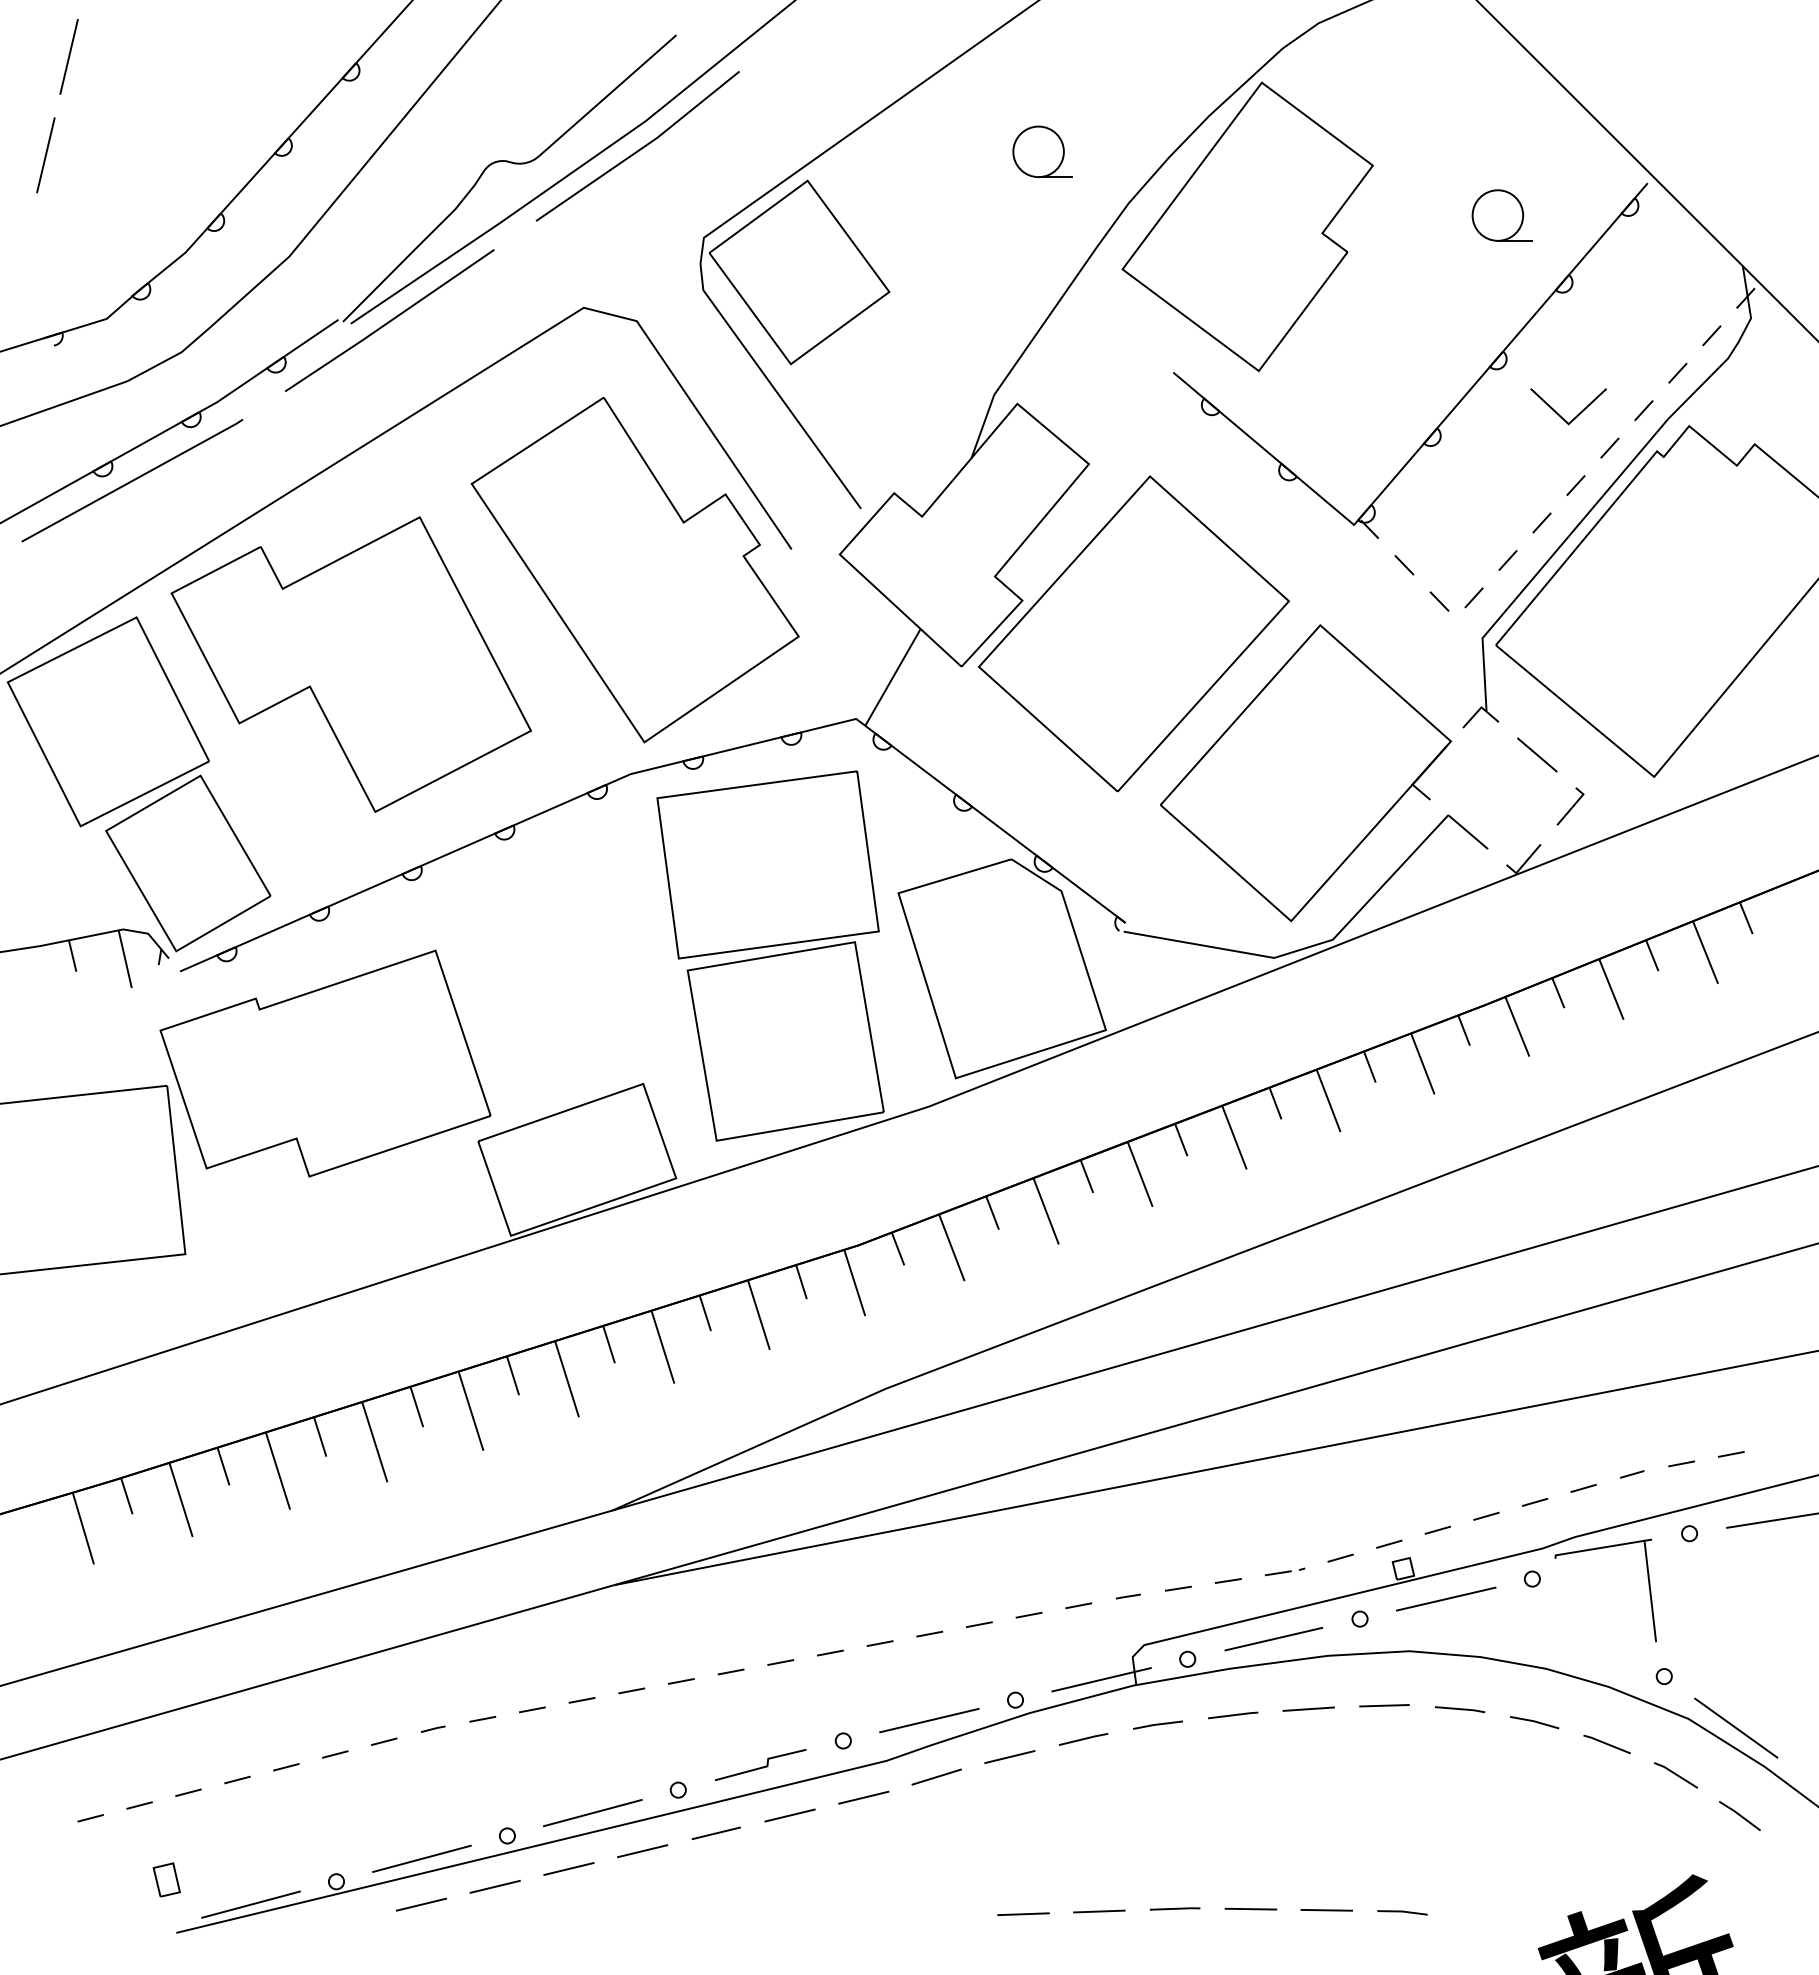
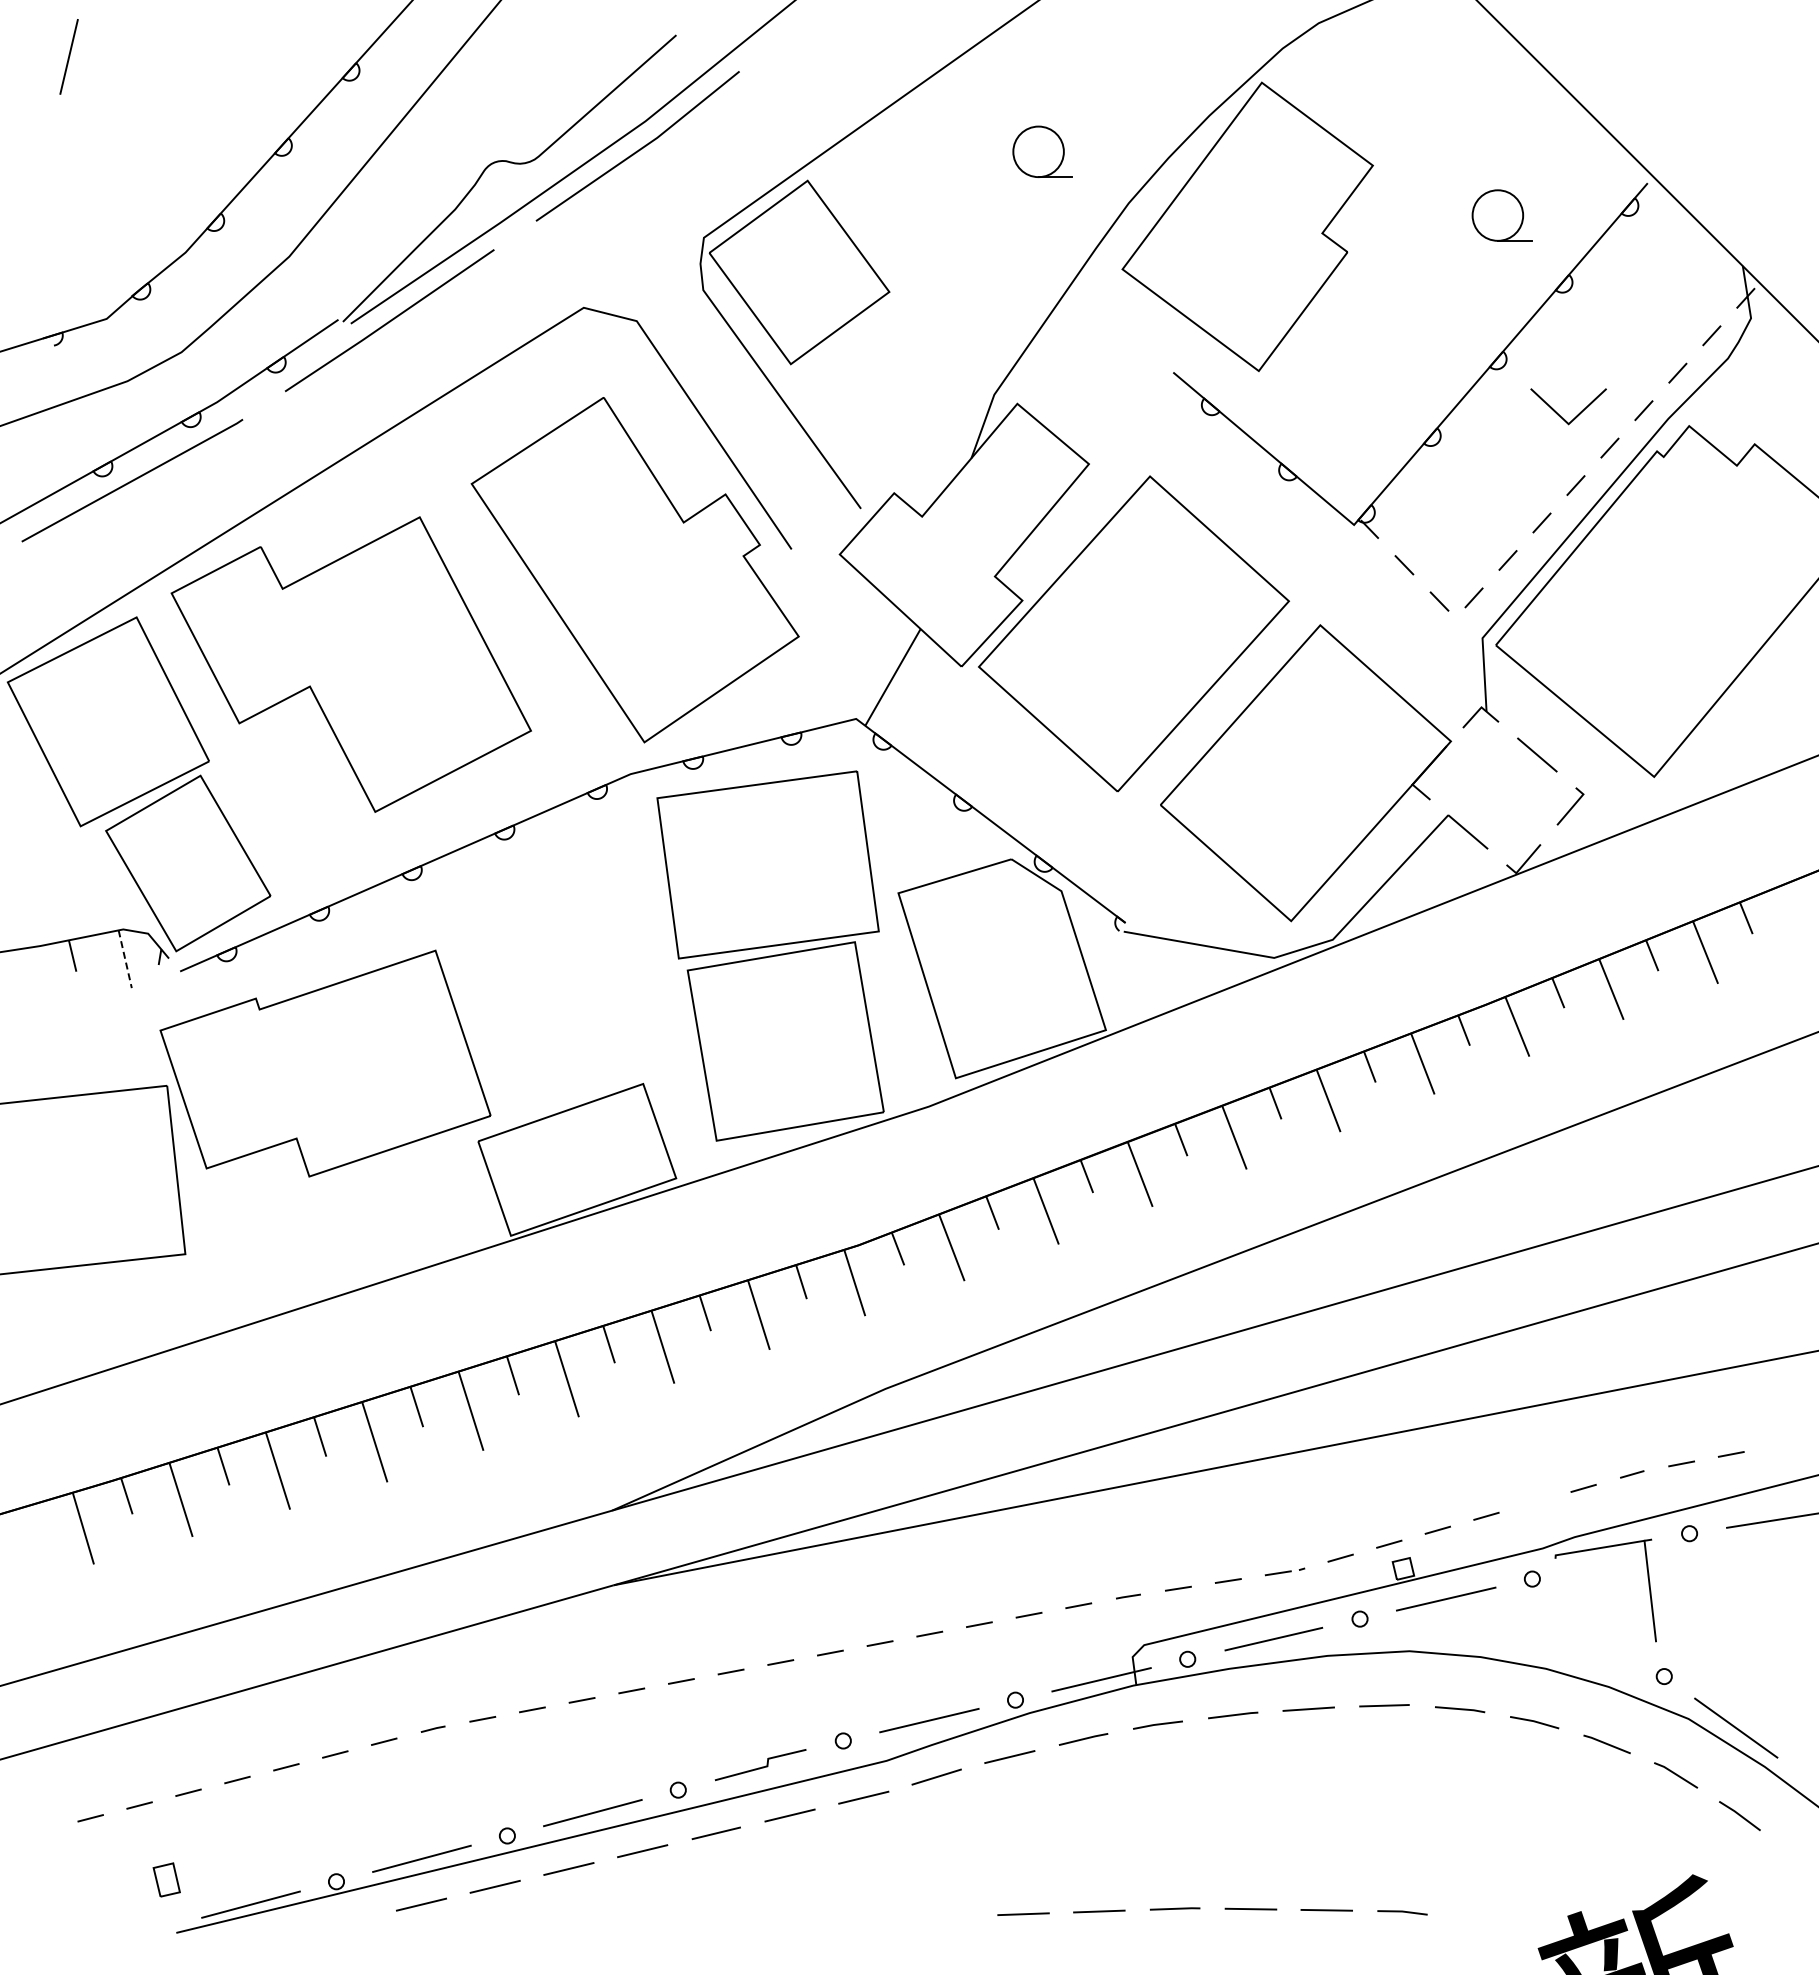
line at (45, 155): present -> none
line at (125, 959): solid -> dashed
line at (1534, 1501): present -> none
